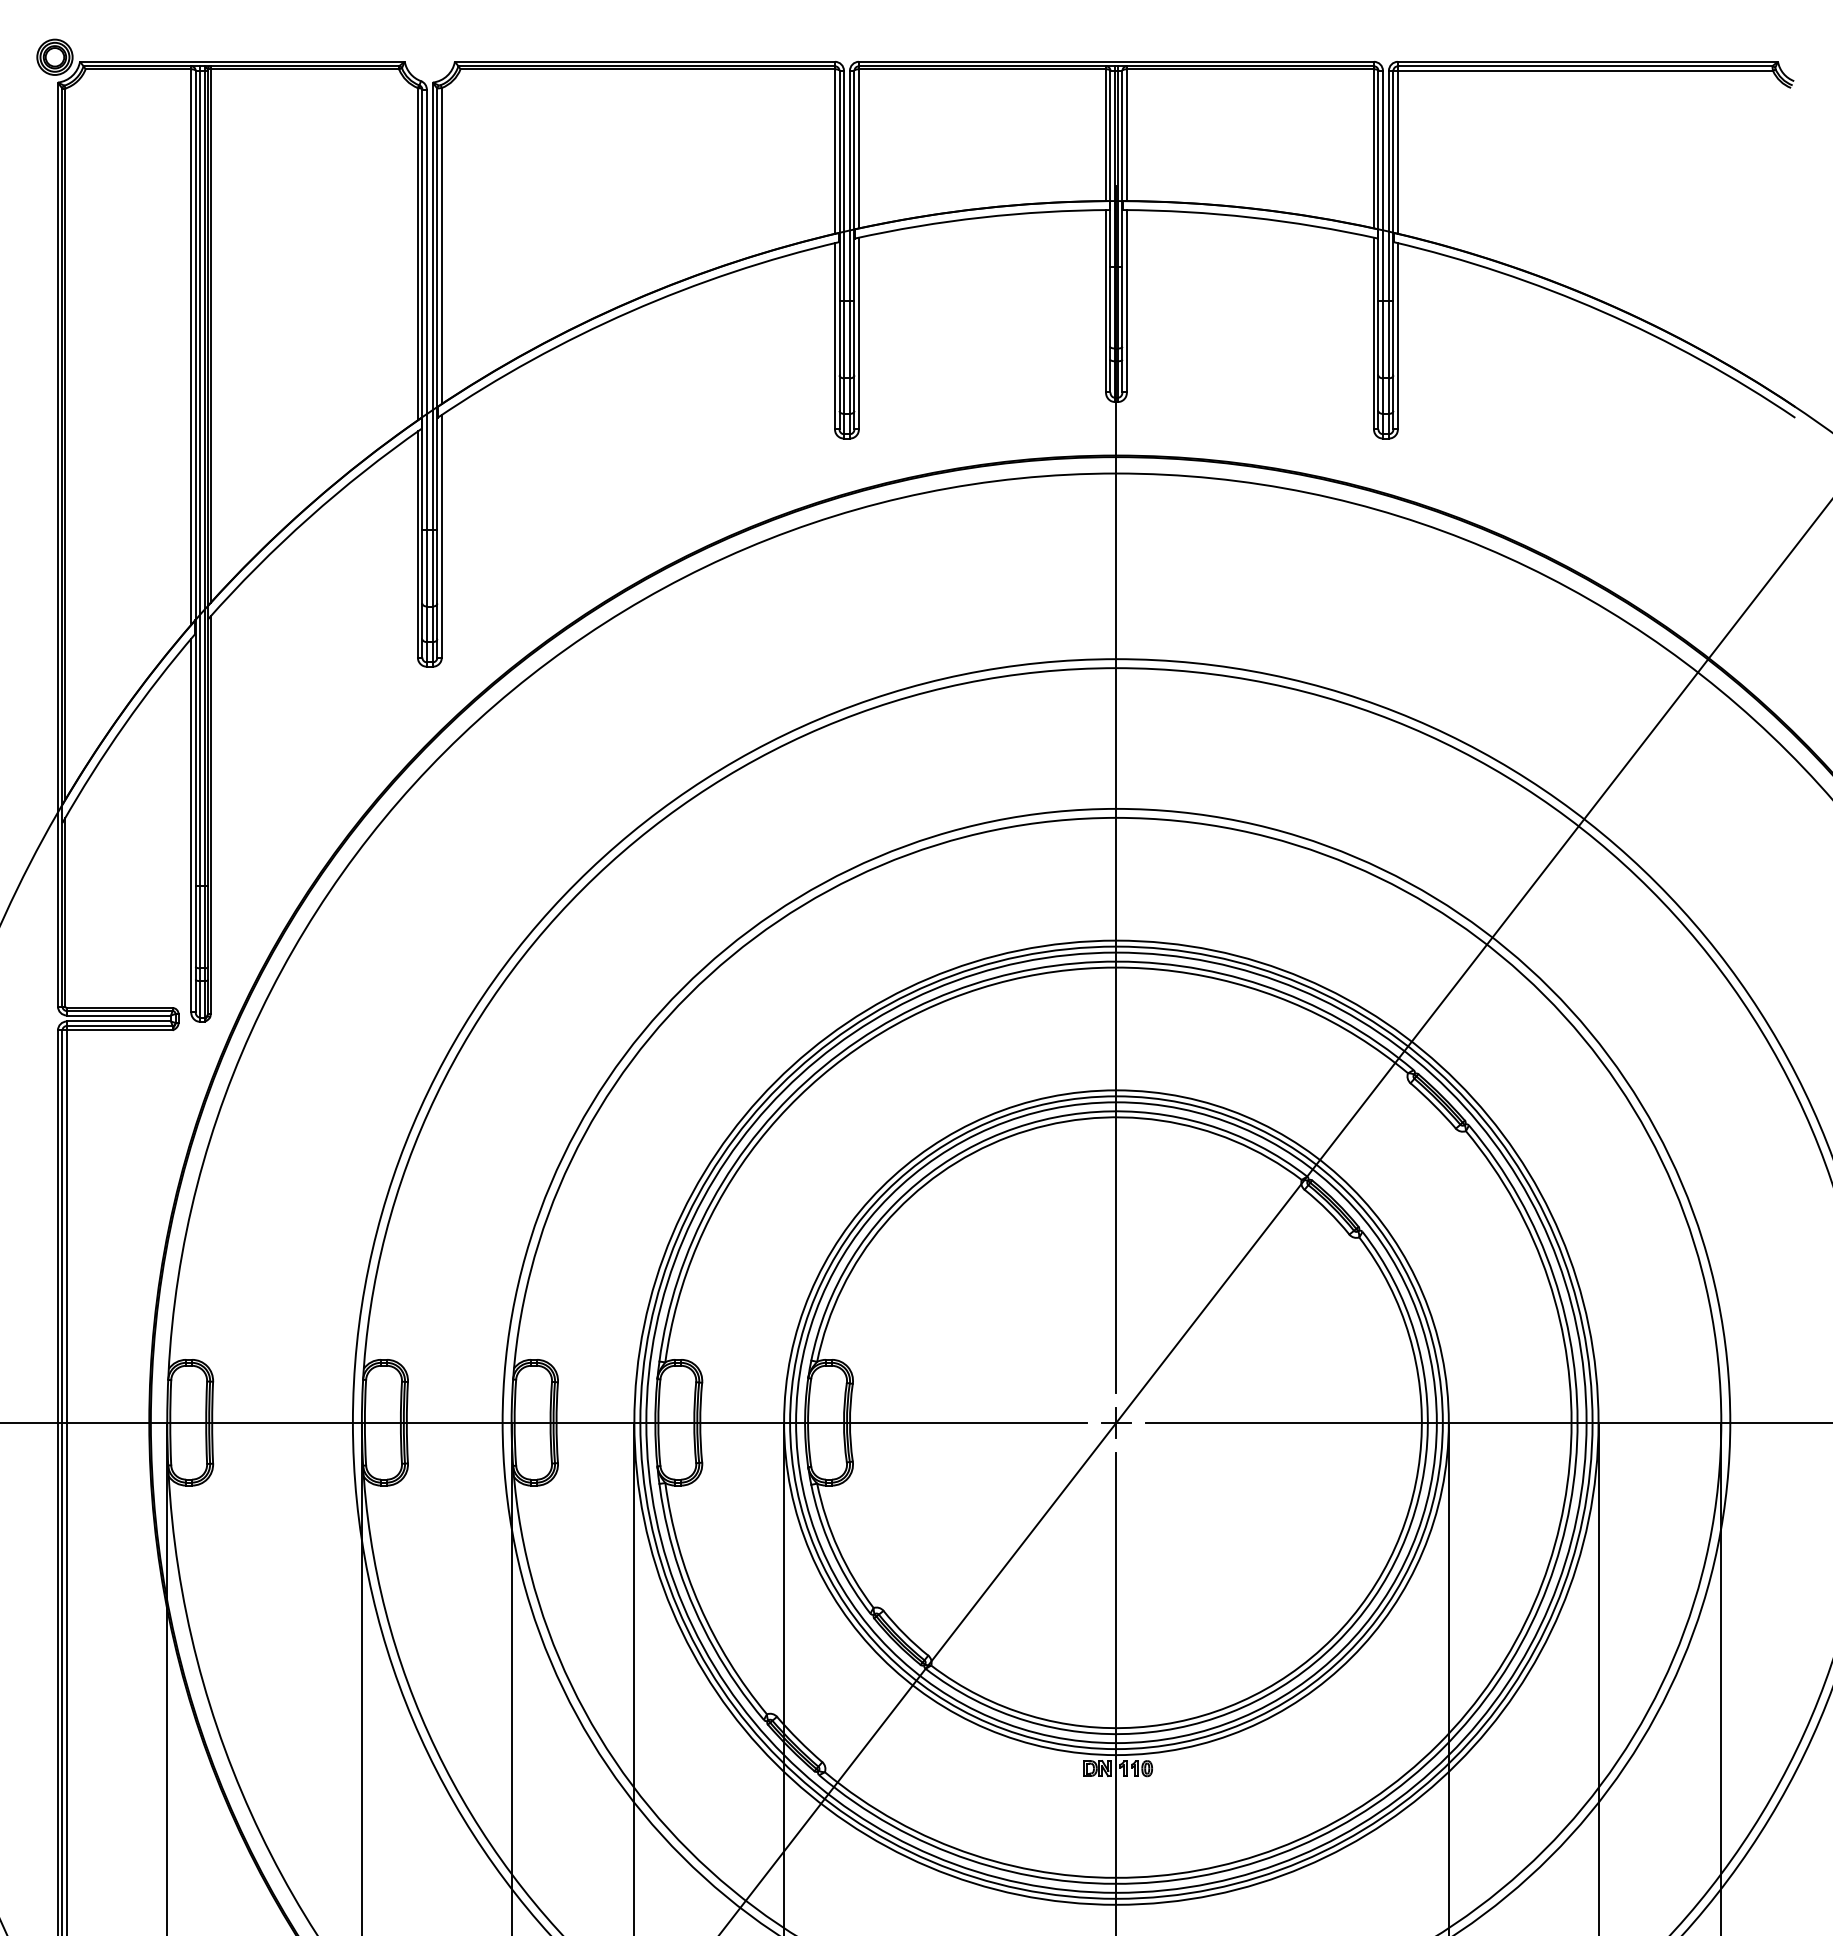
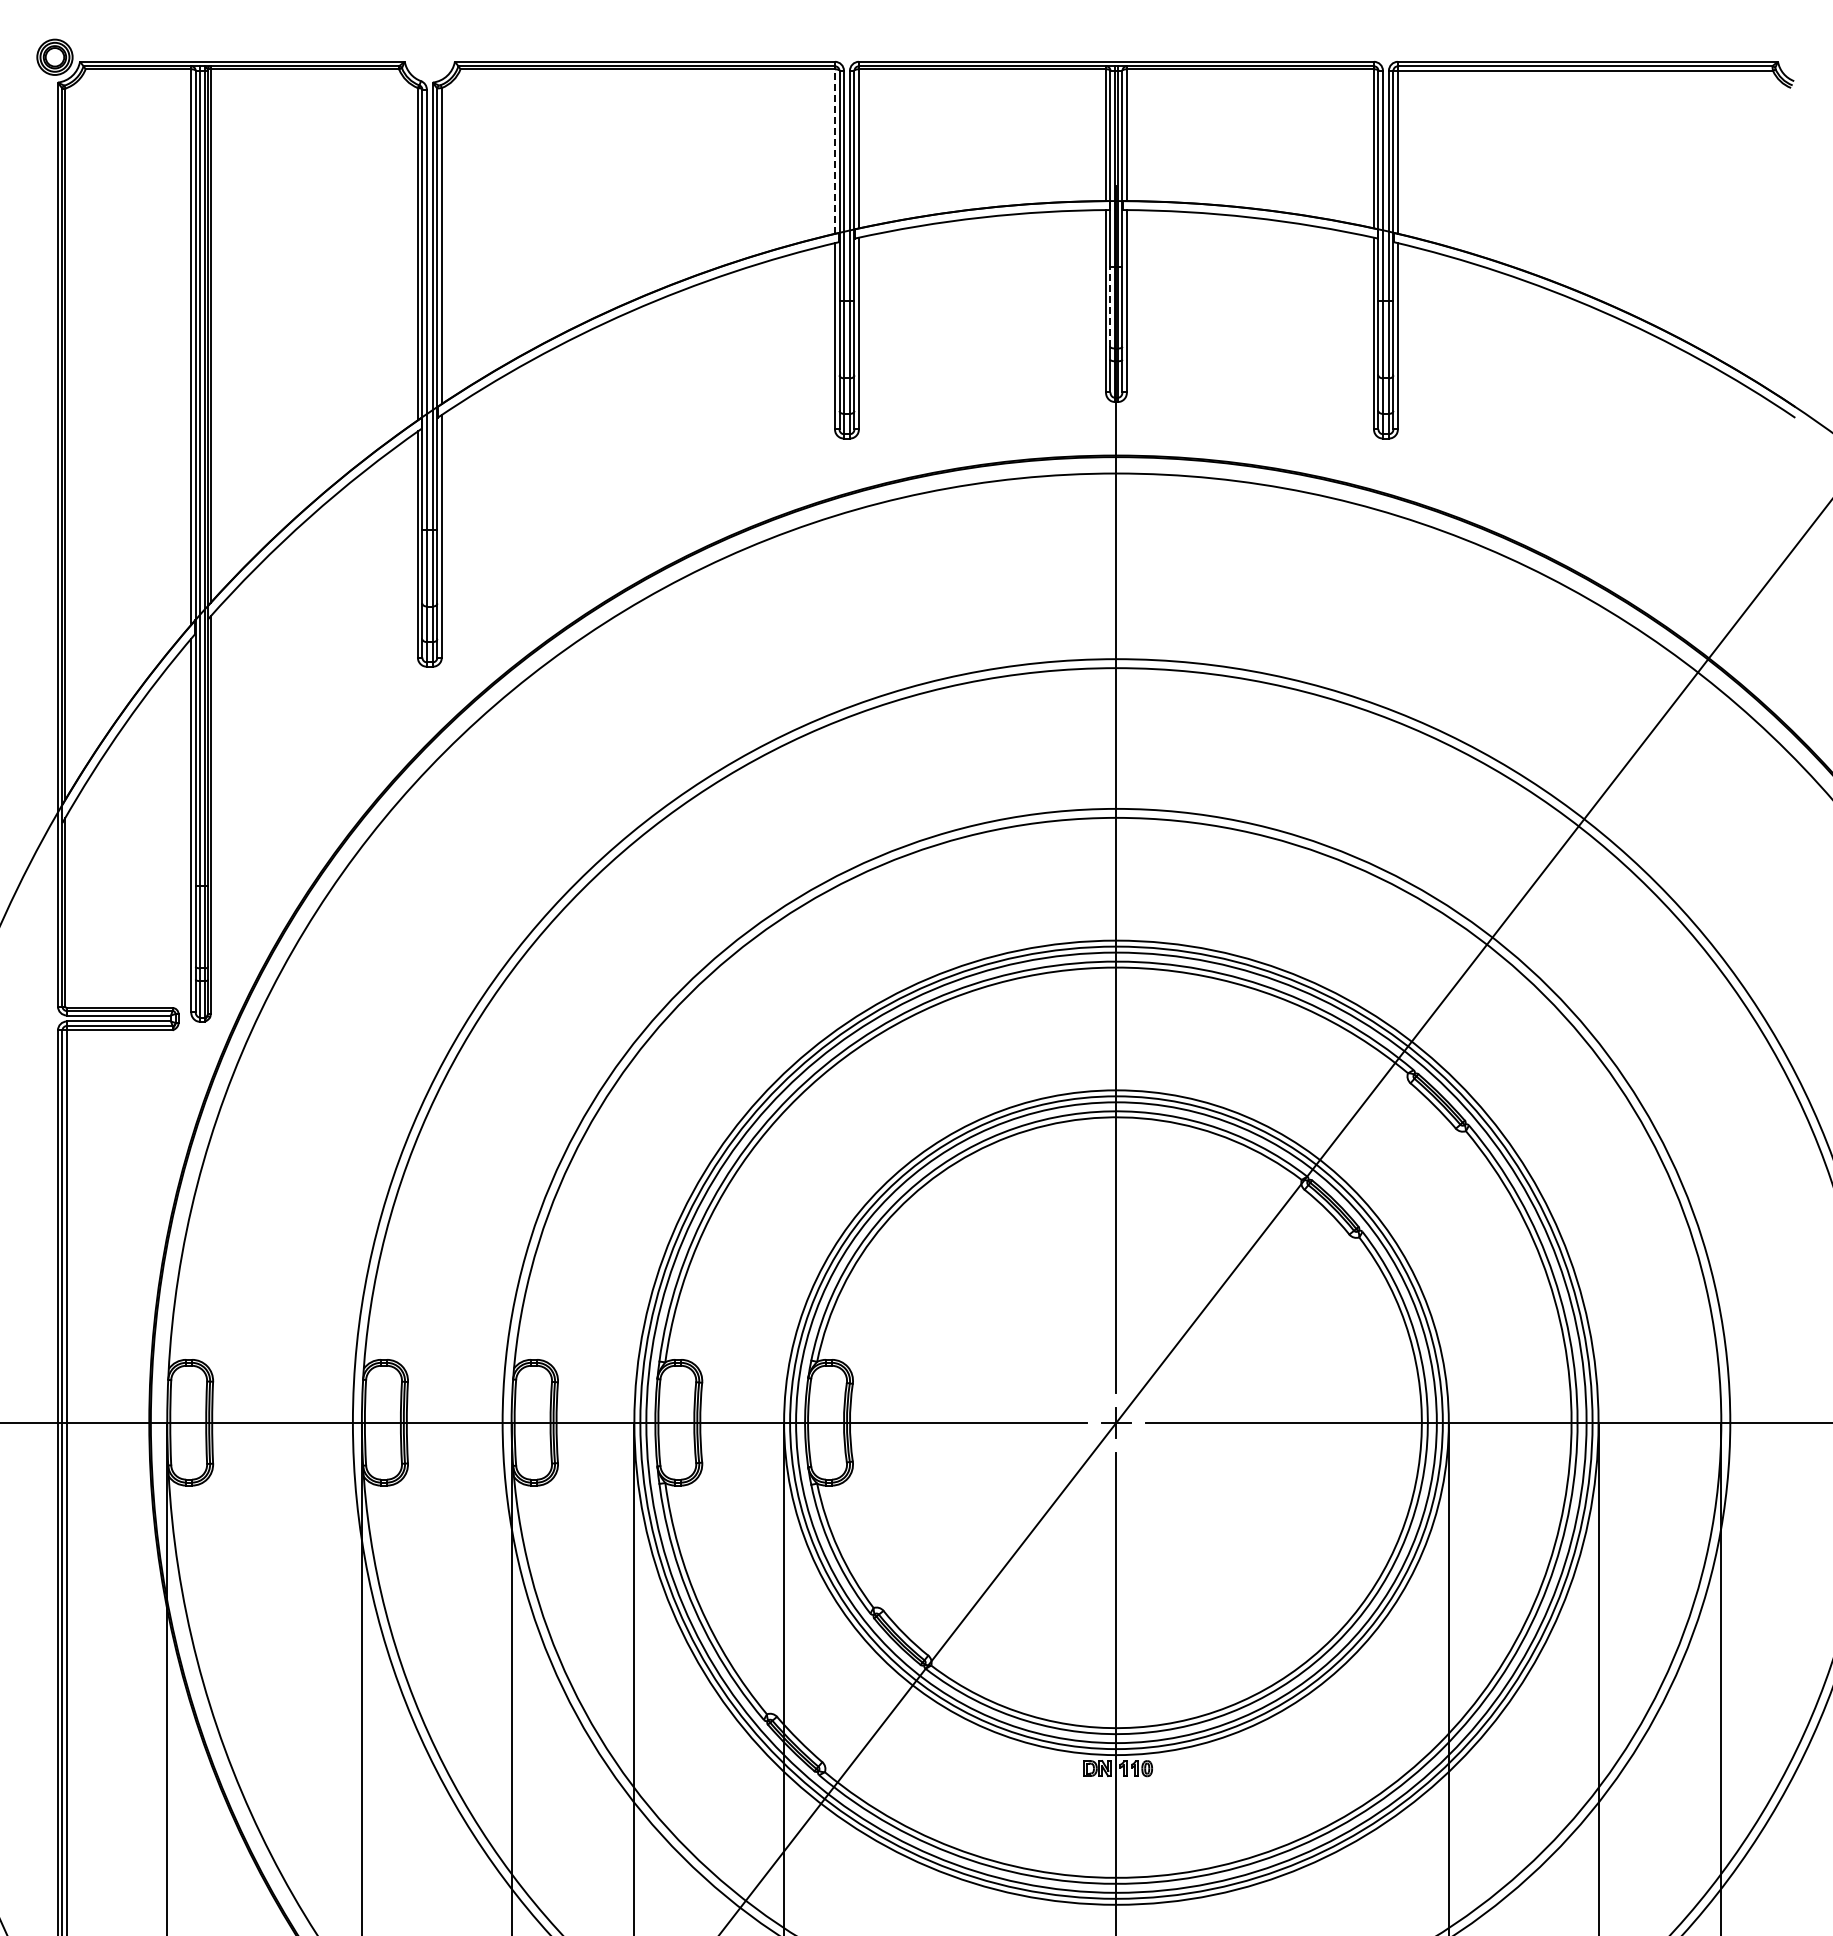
line at (835, 151): solid -> dashed
line at (1110, 306): solid -> dashed
